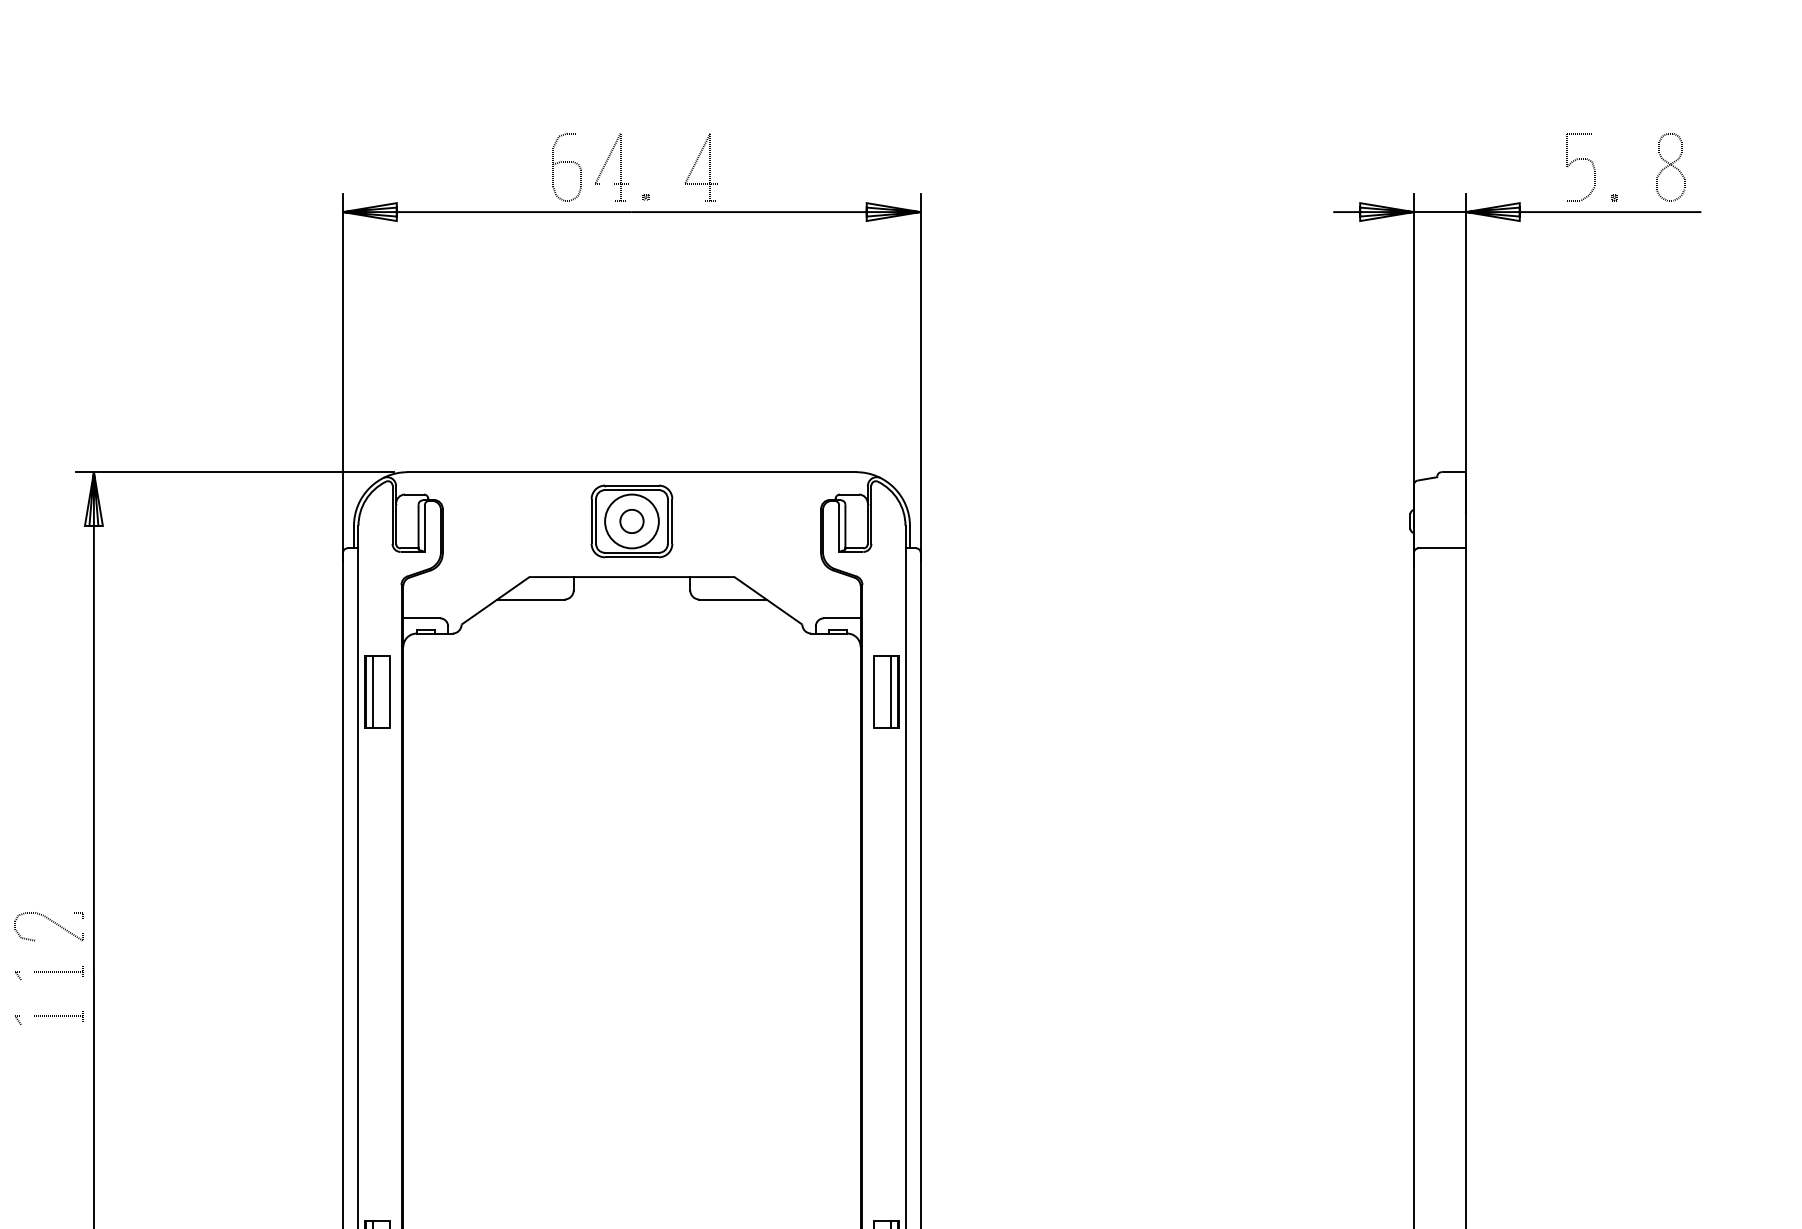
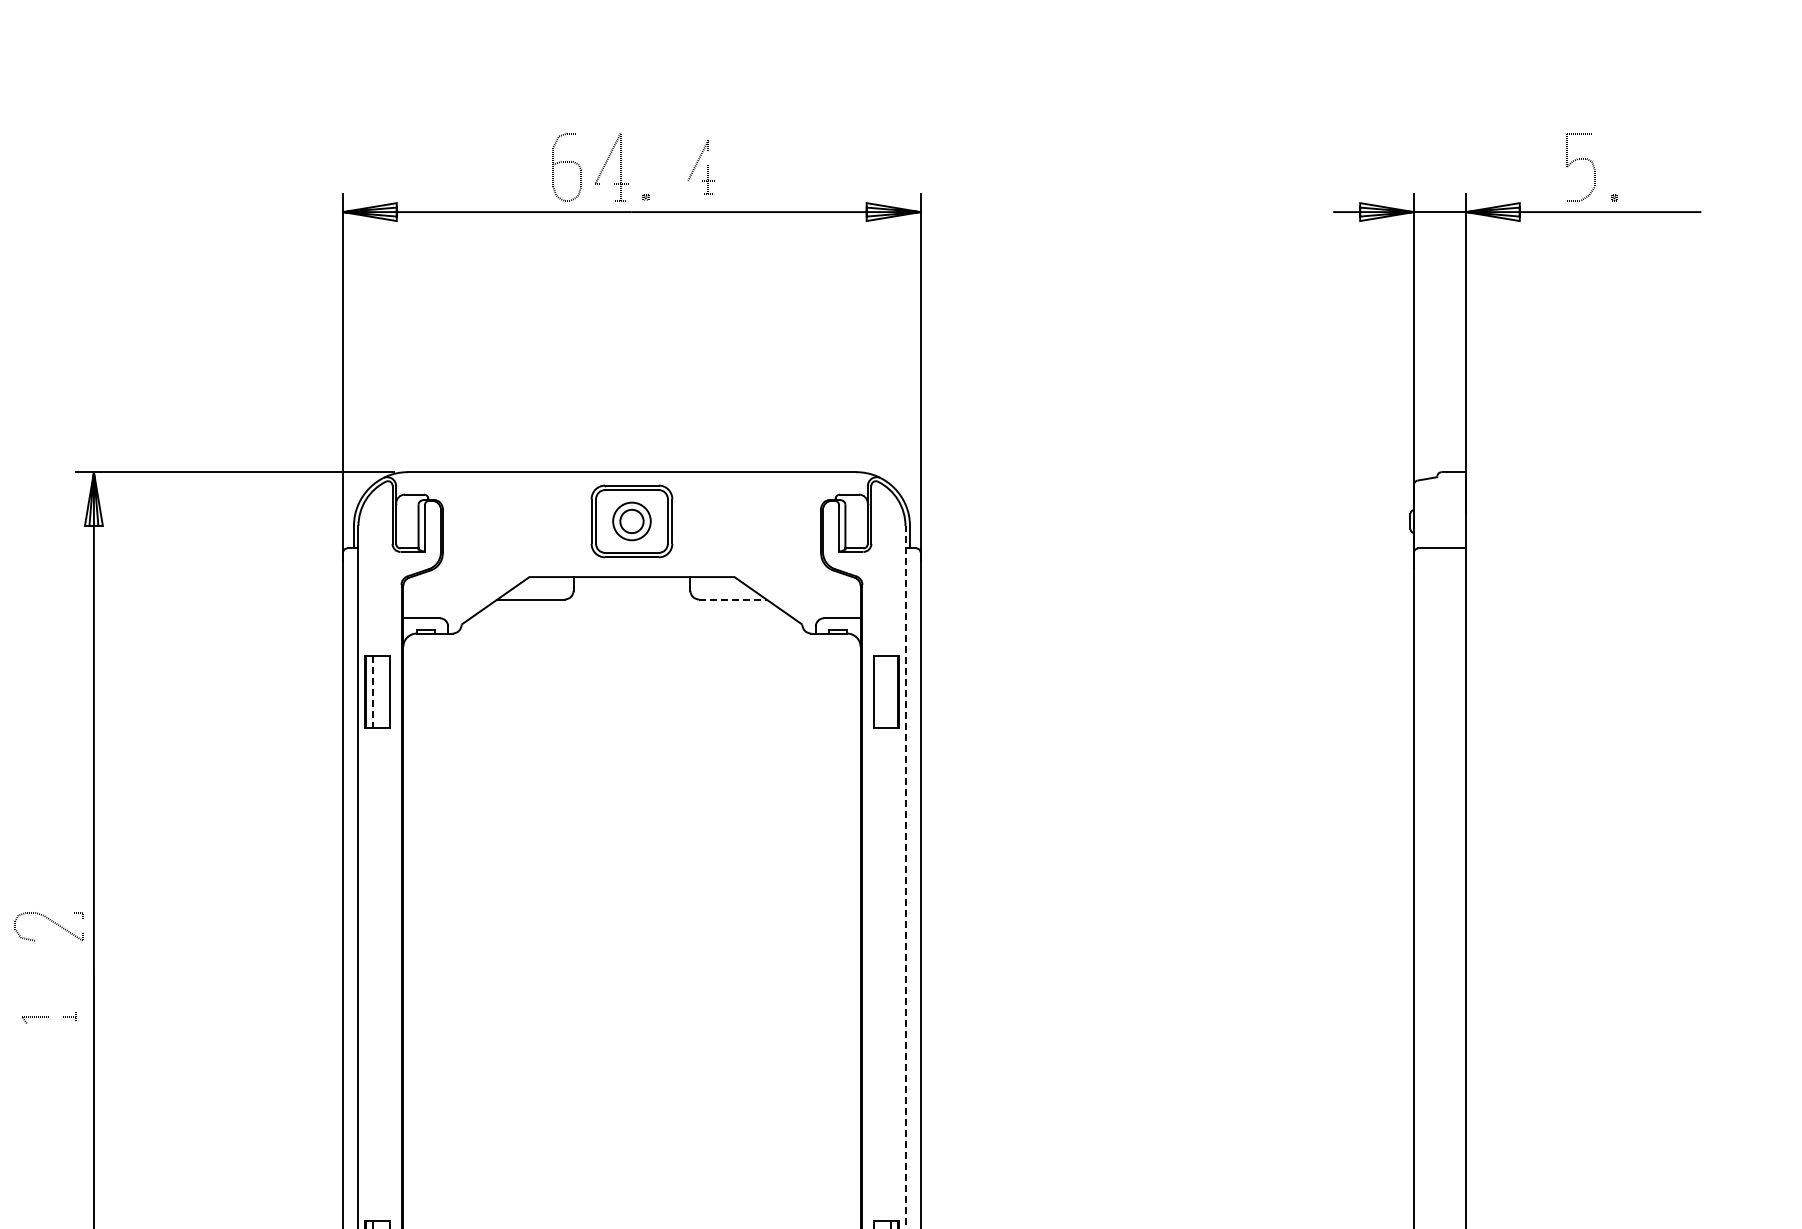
part at (700, 167) size: 34x69 px -> 28x55 px
part at (1670, 167): present -> none
circle at (631, 521) diameter: 54 px -> 38 px
line at (732, 599): solid -> dashed
line at (372, 691): solid -> dashed
line at (891, 691): present -> none
line at (905, 876): solid -> dashed
part at (49, 973): present -> none
part at (49, 1017) size: 69x14 px -> 55x12 px
